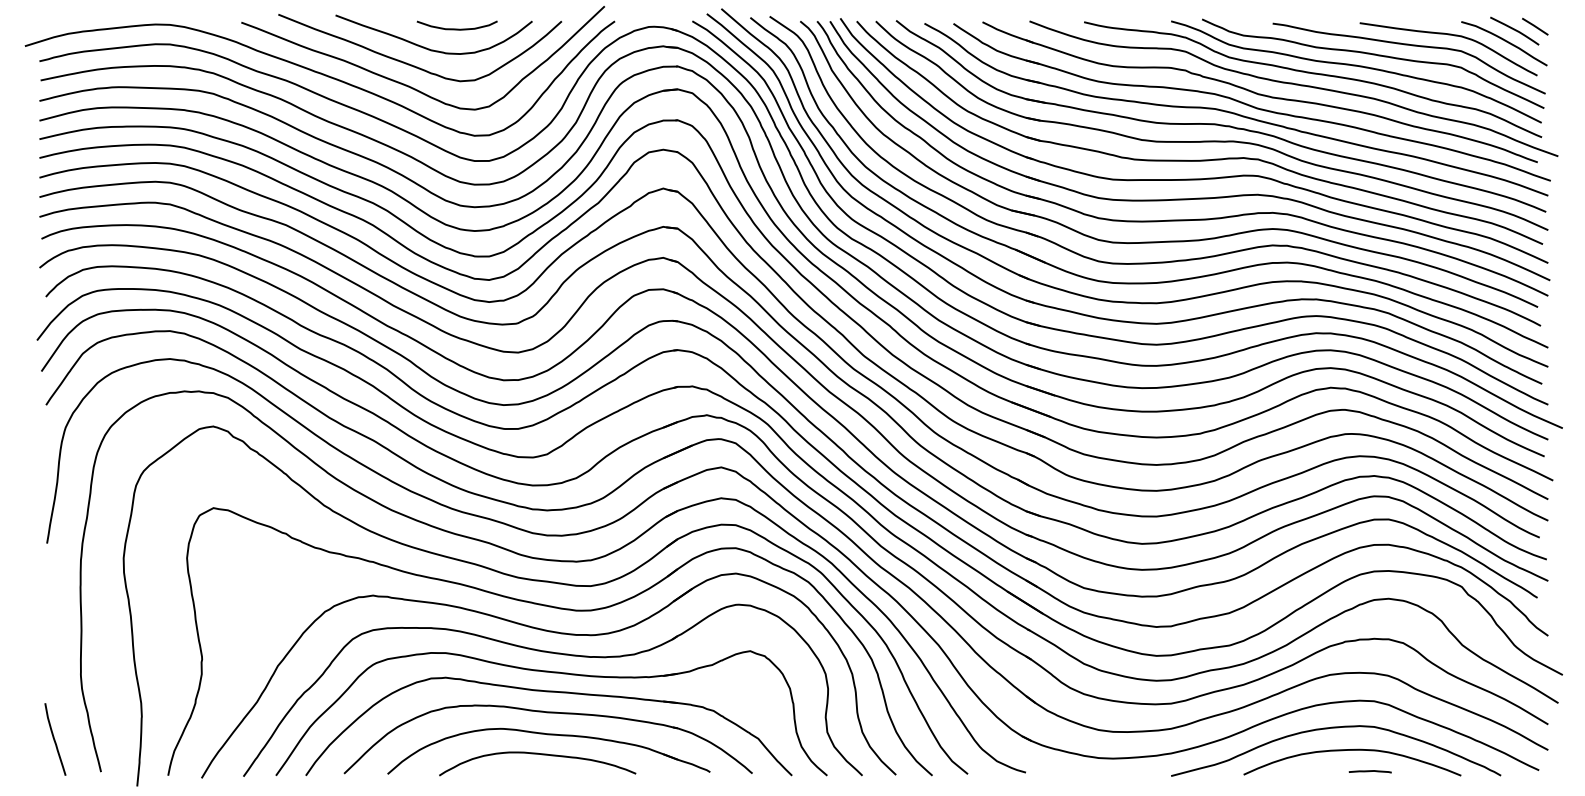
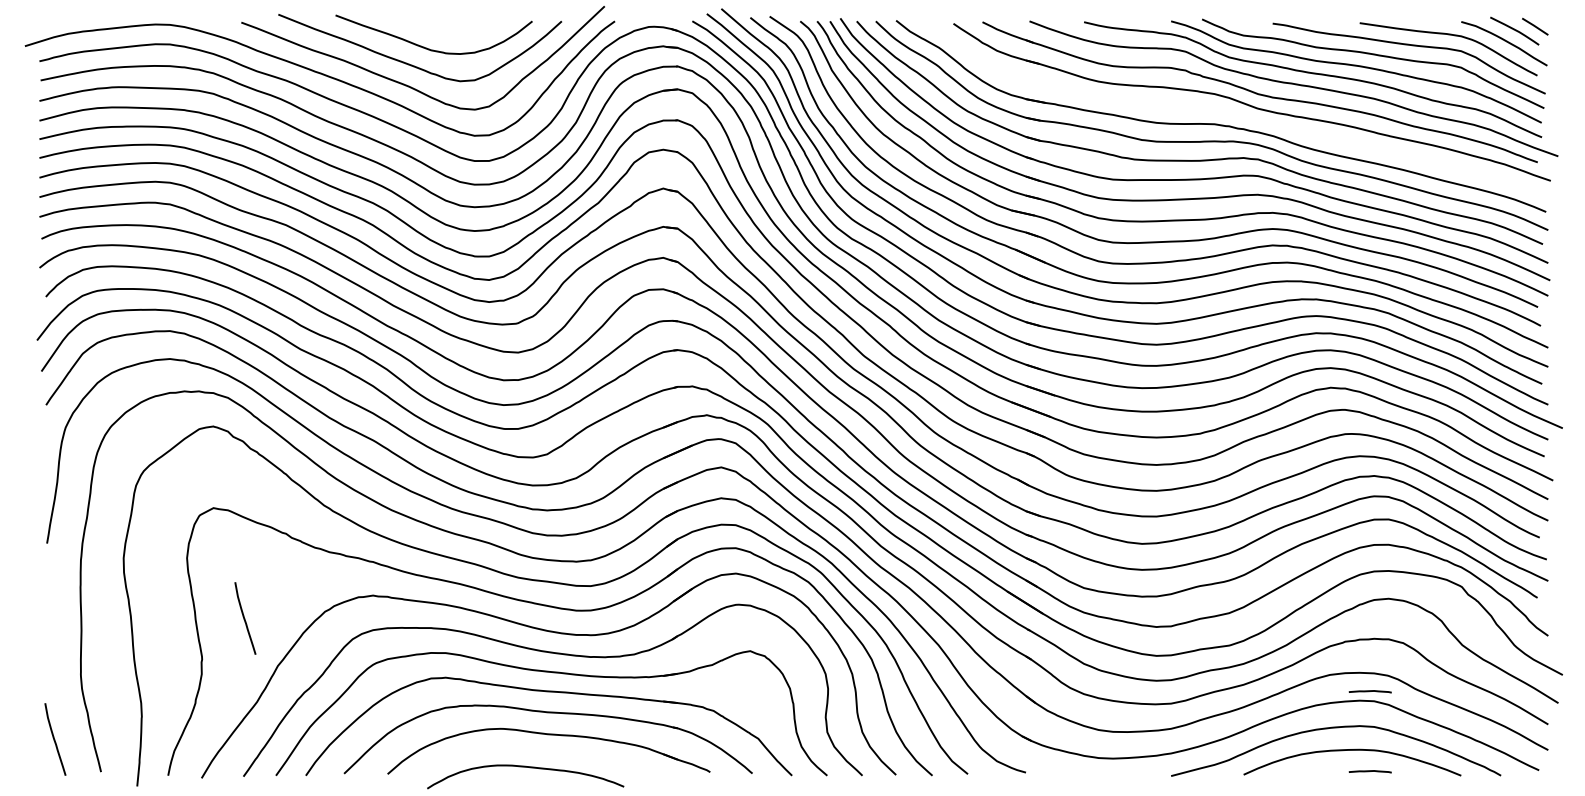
curve at (456, 28): present -> none
part at (1236, 109): present -> none
curve at (245, 618): none -> present
line at (1369, 691): none -> present
curve at (537, 754) position: (537, 754) -> (525, 767)
